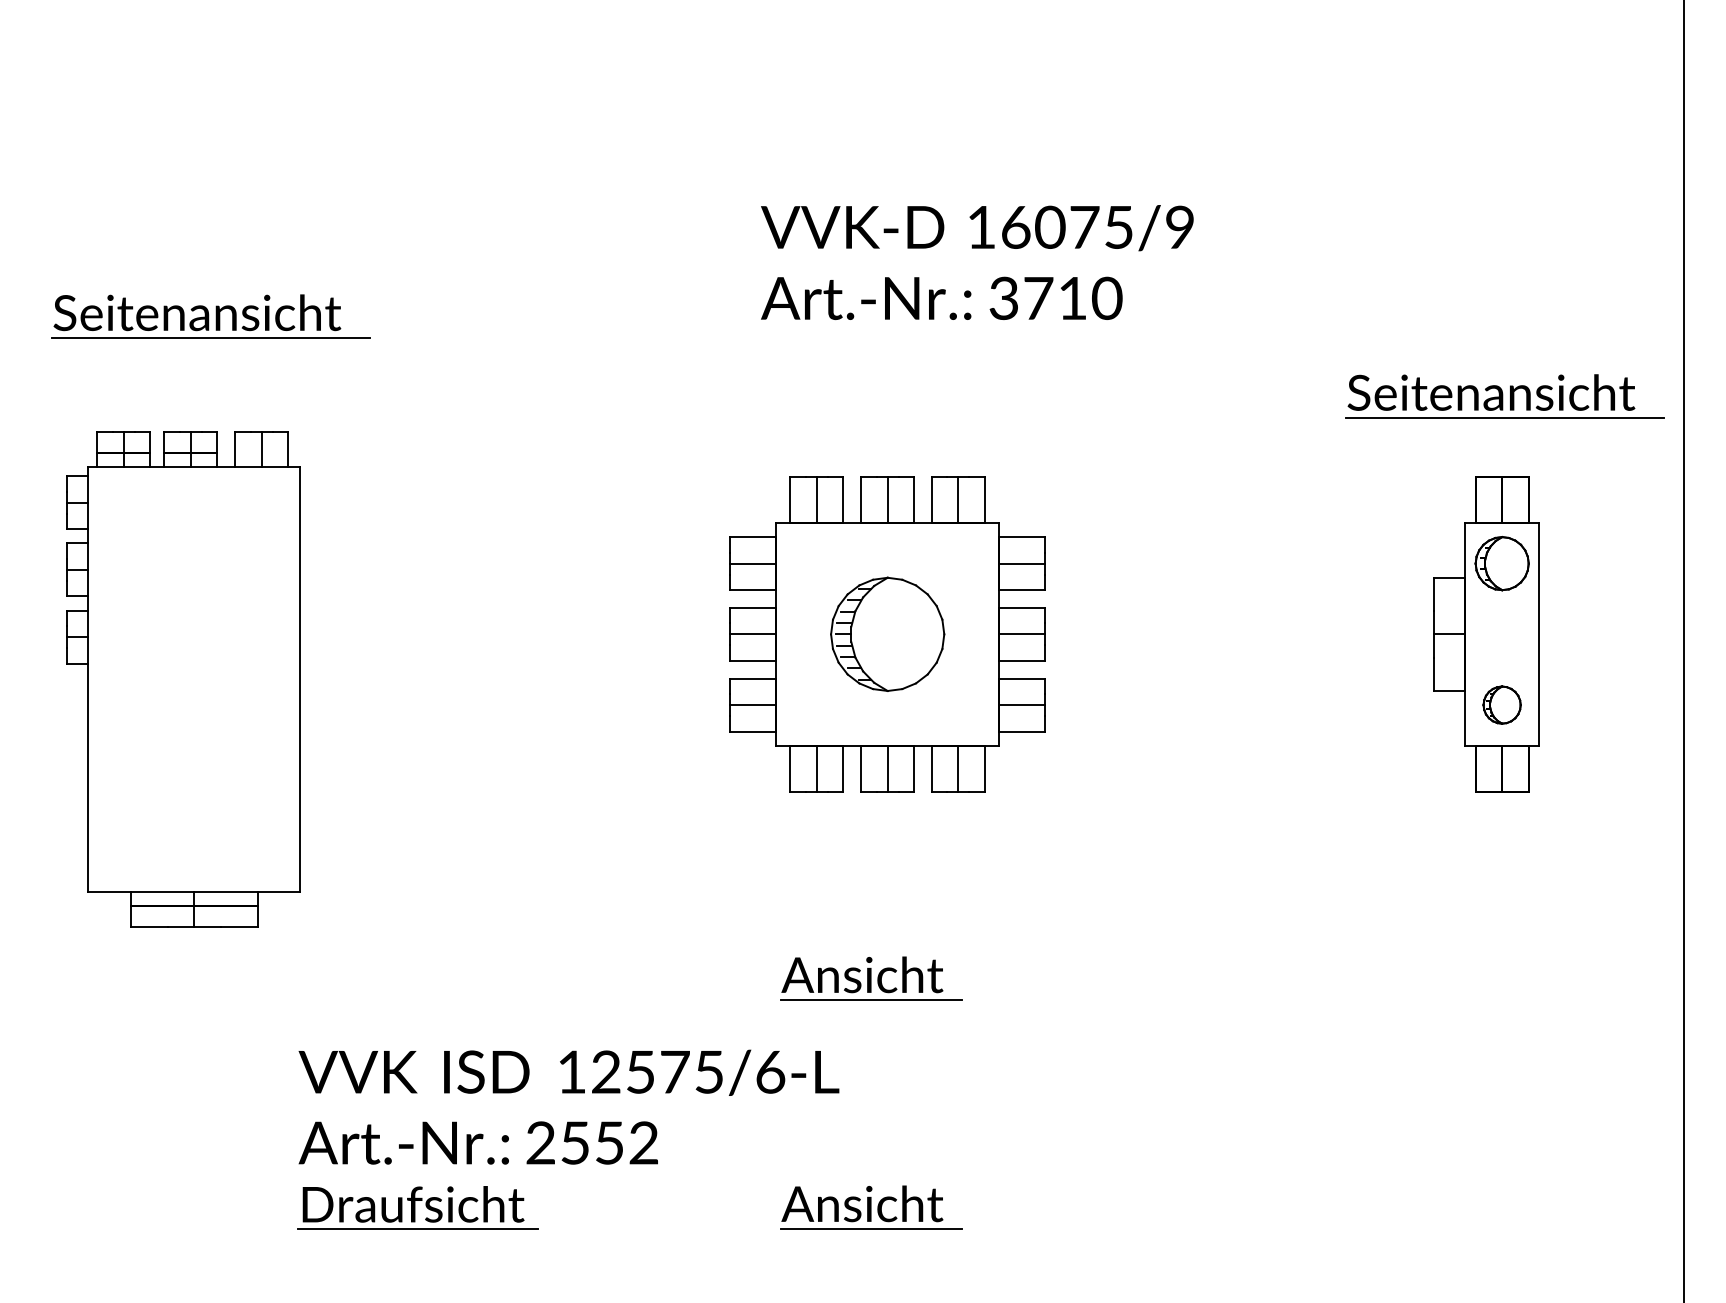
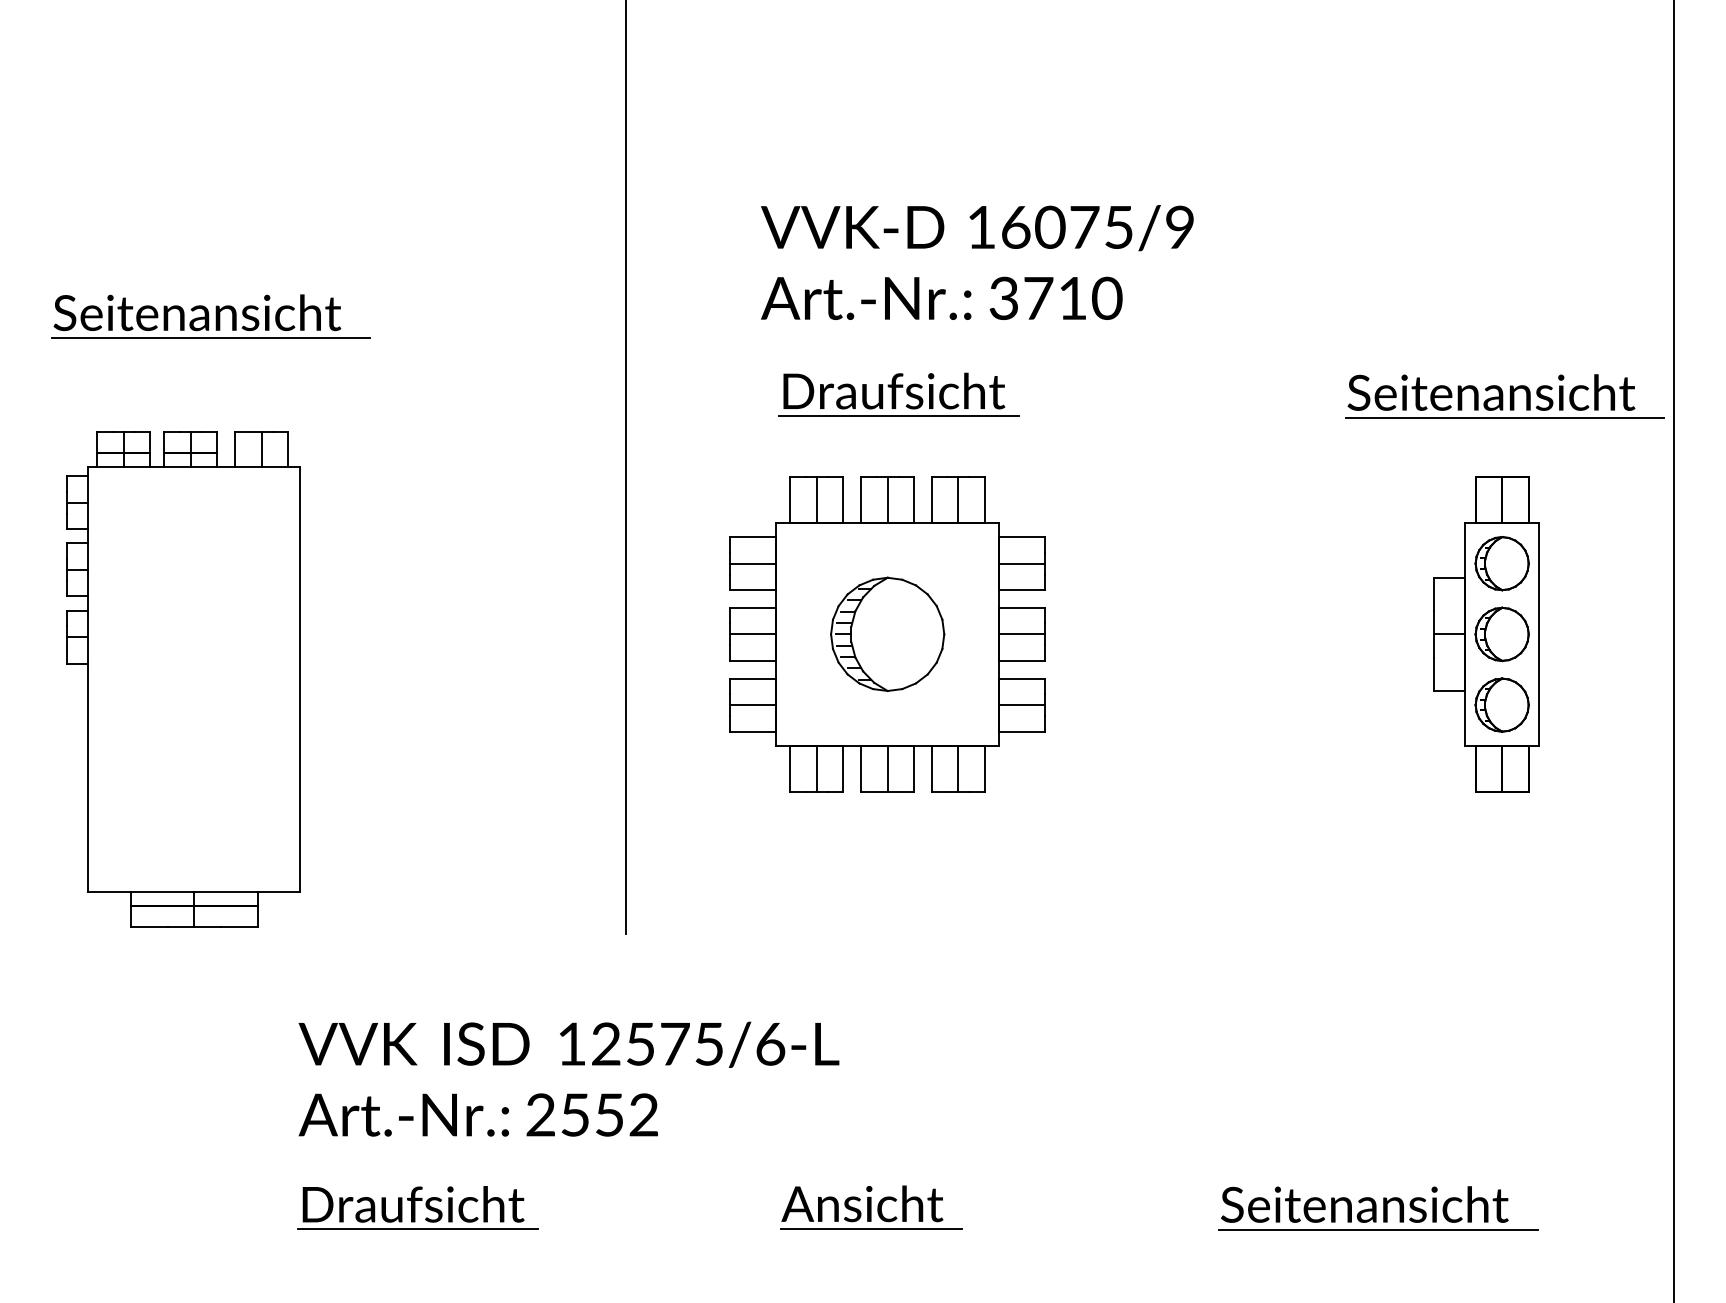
part at (898, 394): none -> present
line at (625, 467): none -> present
part at (1501, 634): none -> present
line at (1684, 650) position: (1684, 650) -> (1674, 650)
part at (1501, 704) size: 40x40 px -> 56x56 px
part at (871, 978): present -> none
text at (568, 1106) position: (568, 1106) -> (568, 1078)
part at (1378, 1208): none -> present
